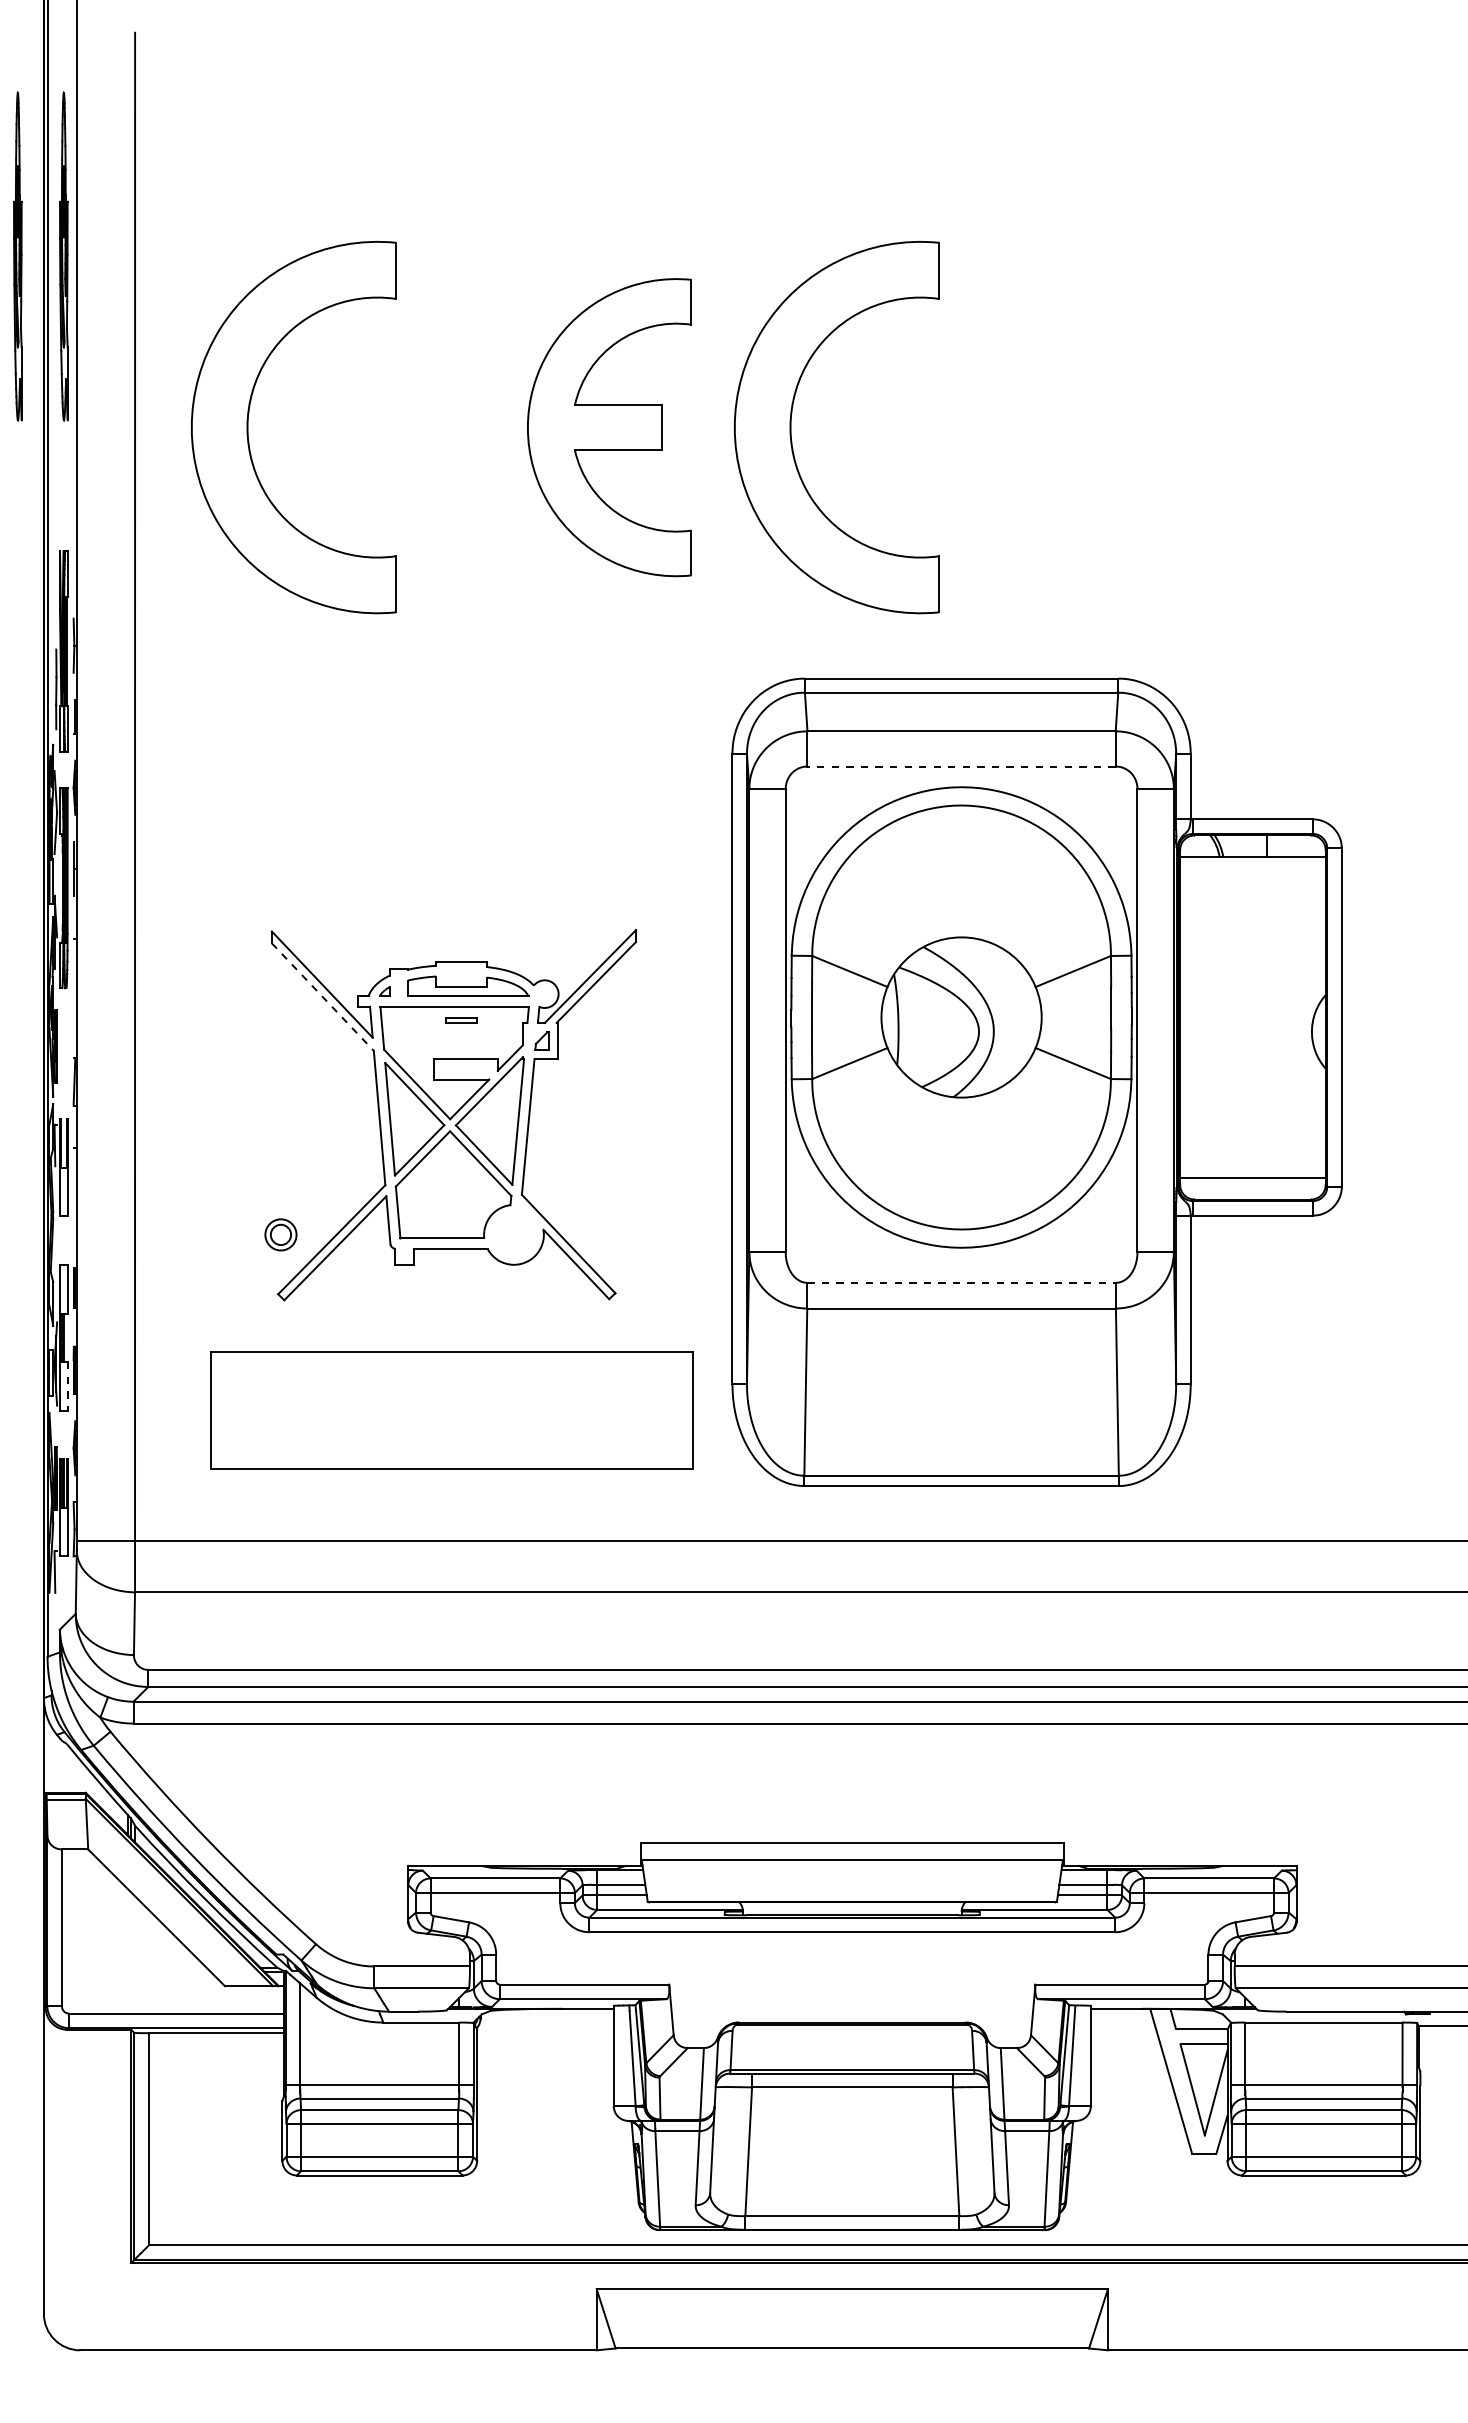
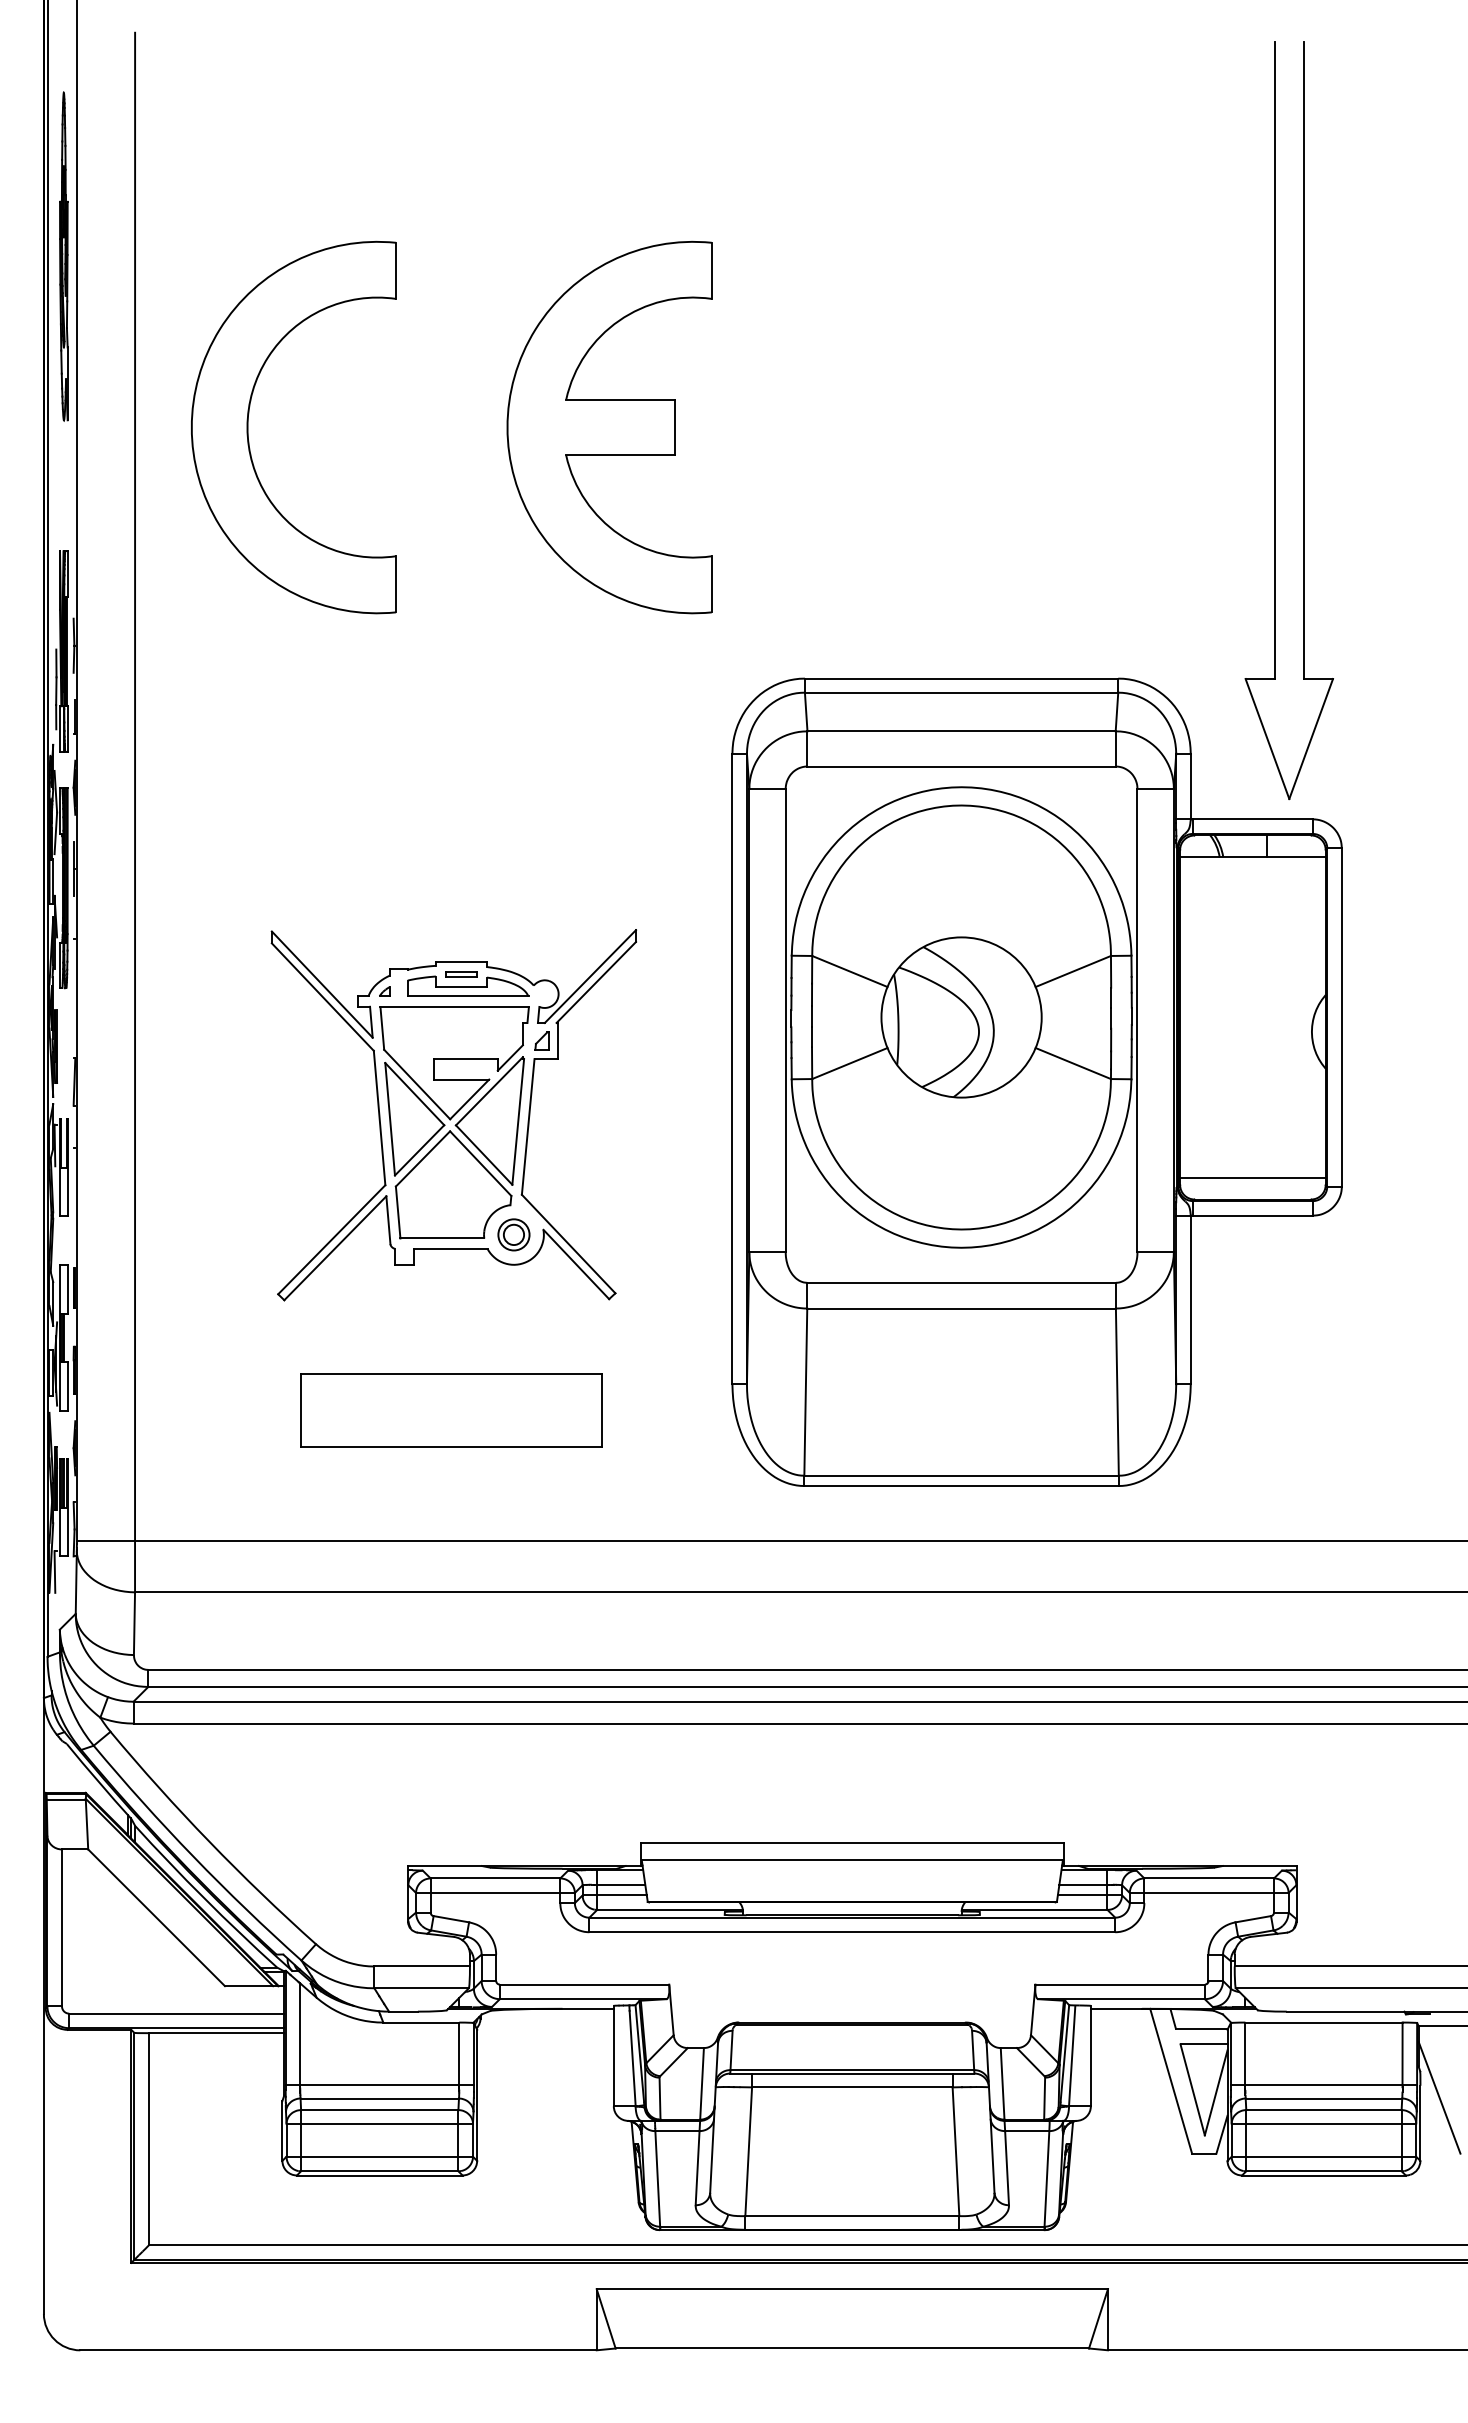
part at (17, 256): present -> none
part at (1275, 420): none -> present
part at (609, 427) size: 165x300 px -> 207x374 px
part at (791, 427): present -> none
line at (961, 766): dashed -> solid
line at (323, 997): dashed -> solid
part at (461, 1020) position: (461, 1020) -> (461, 974)
part at (280, 1234) position: (280, 1234) -> (513, 1234)
line at (962, 1282): dashed -> solid
line at (67, 1386): dashed -> solid
part at (451, 1410) size: 484x119 px -> 303x75 px
line at (1439, 2097): none -> present
